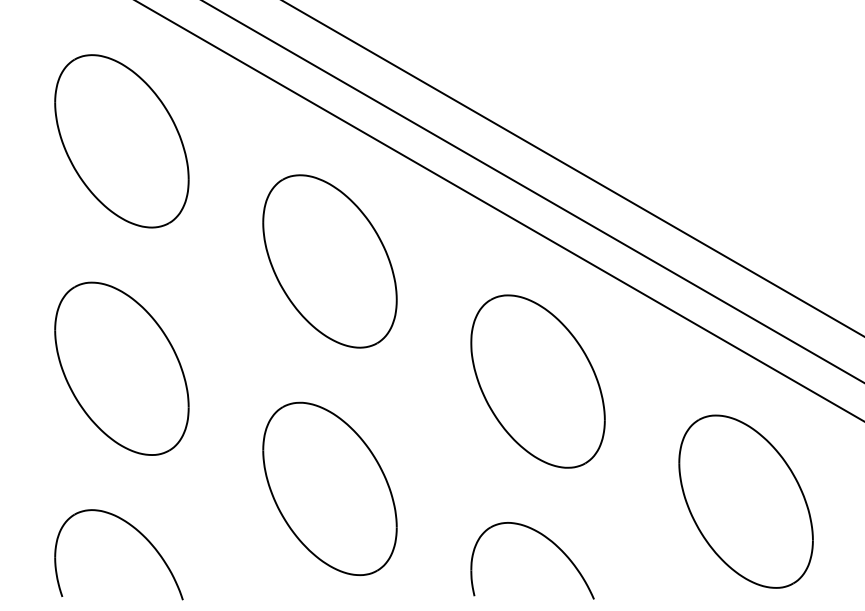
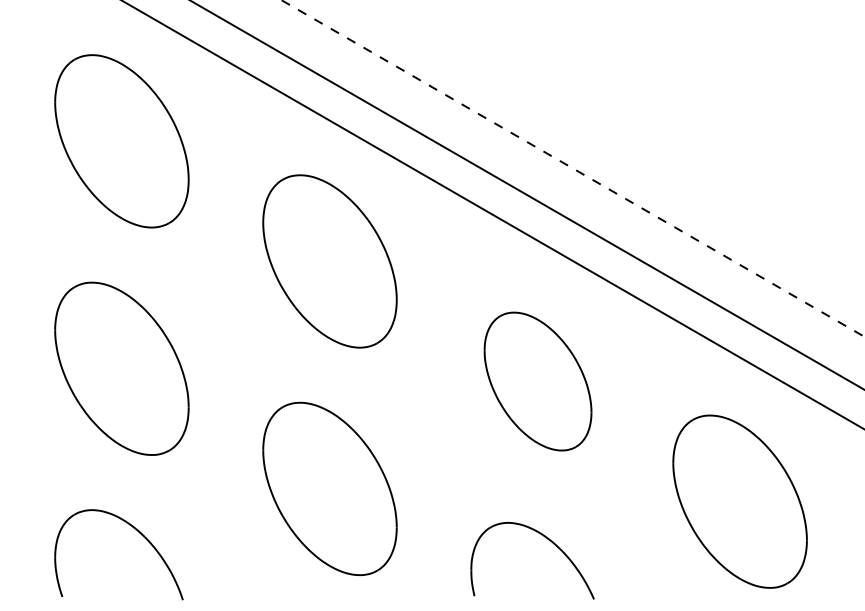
line at (573, 168): solid -> dashed
line at (532, 191) position: (532, 191) -> (527, 195)
line at (499, 211) position: (499, 211) -> (492, 214)
part at (537, 381) size: 136x175 px -> 110x141 px
part at (745, 501) position: (745, 501) -> (739, 501)
